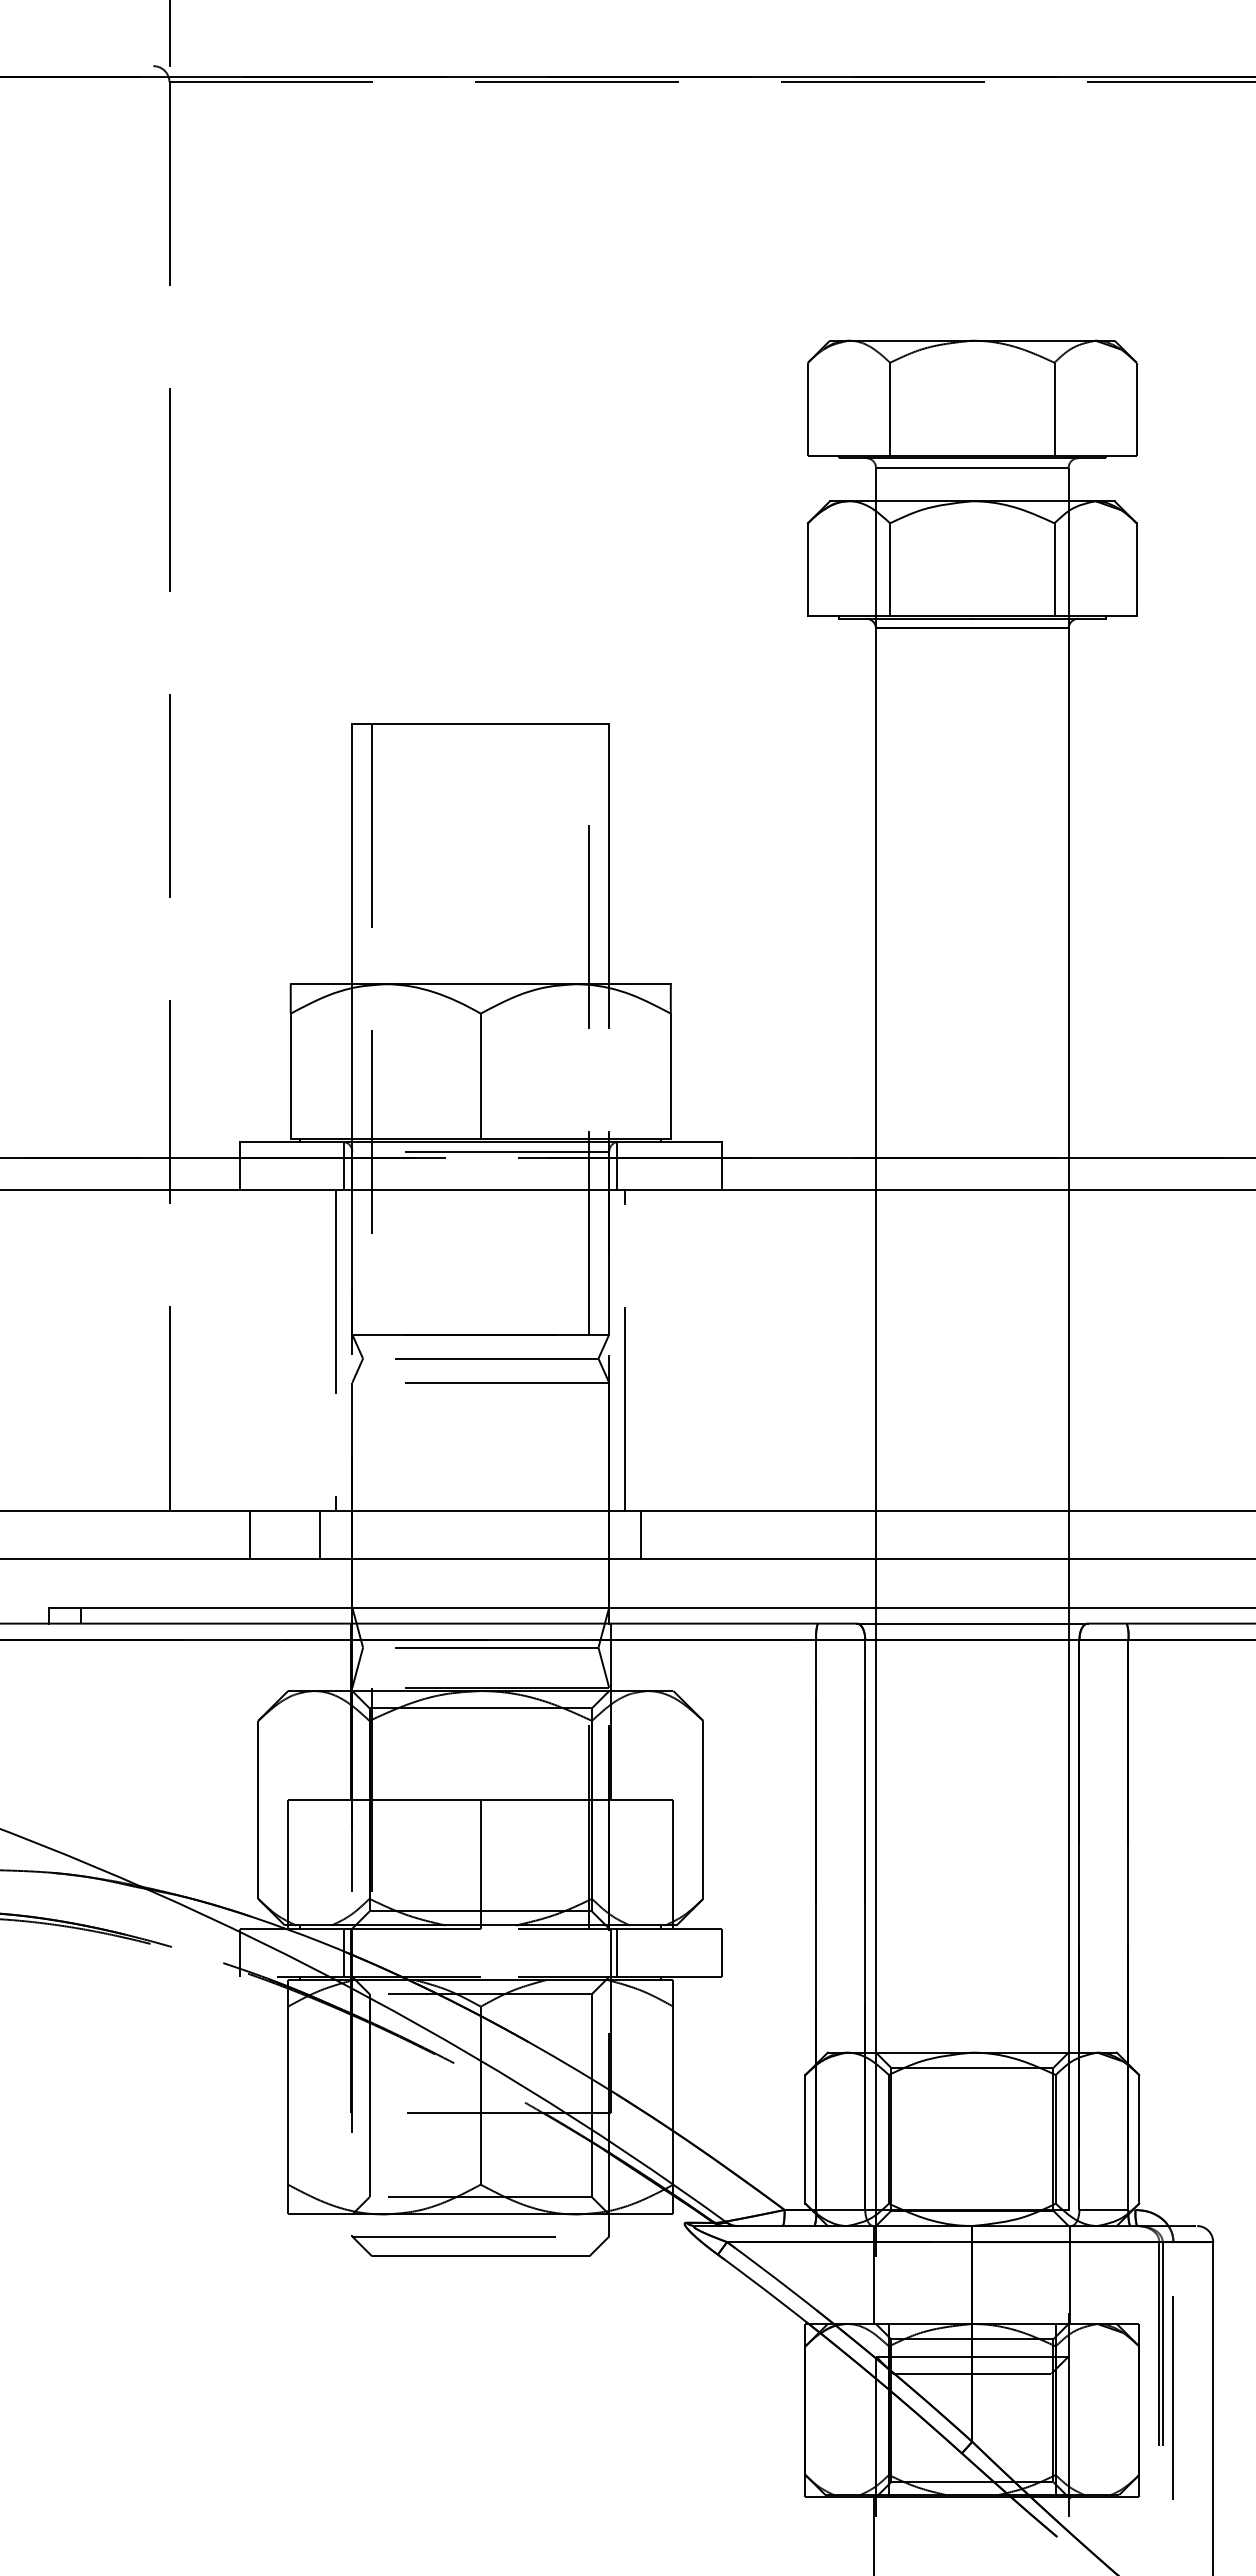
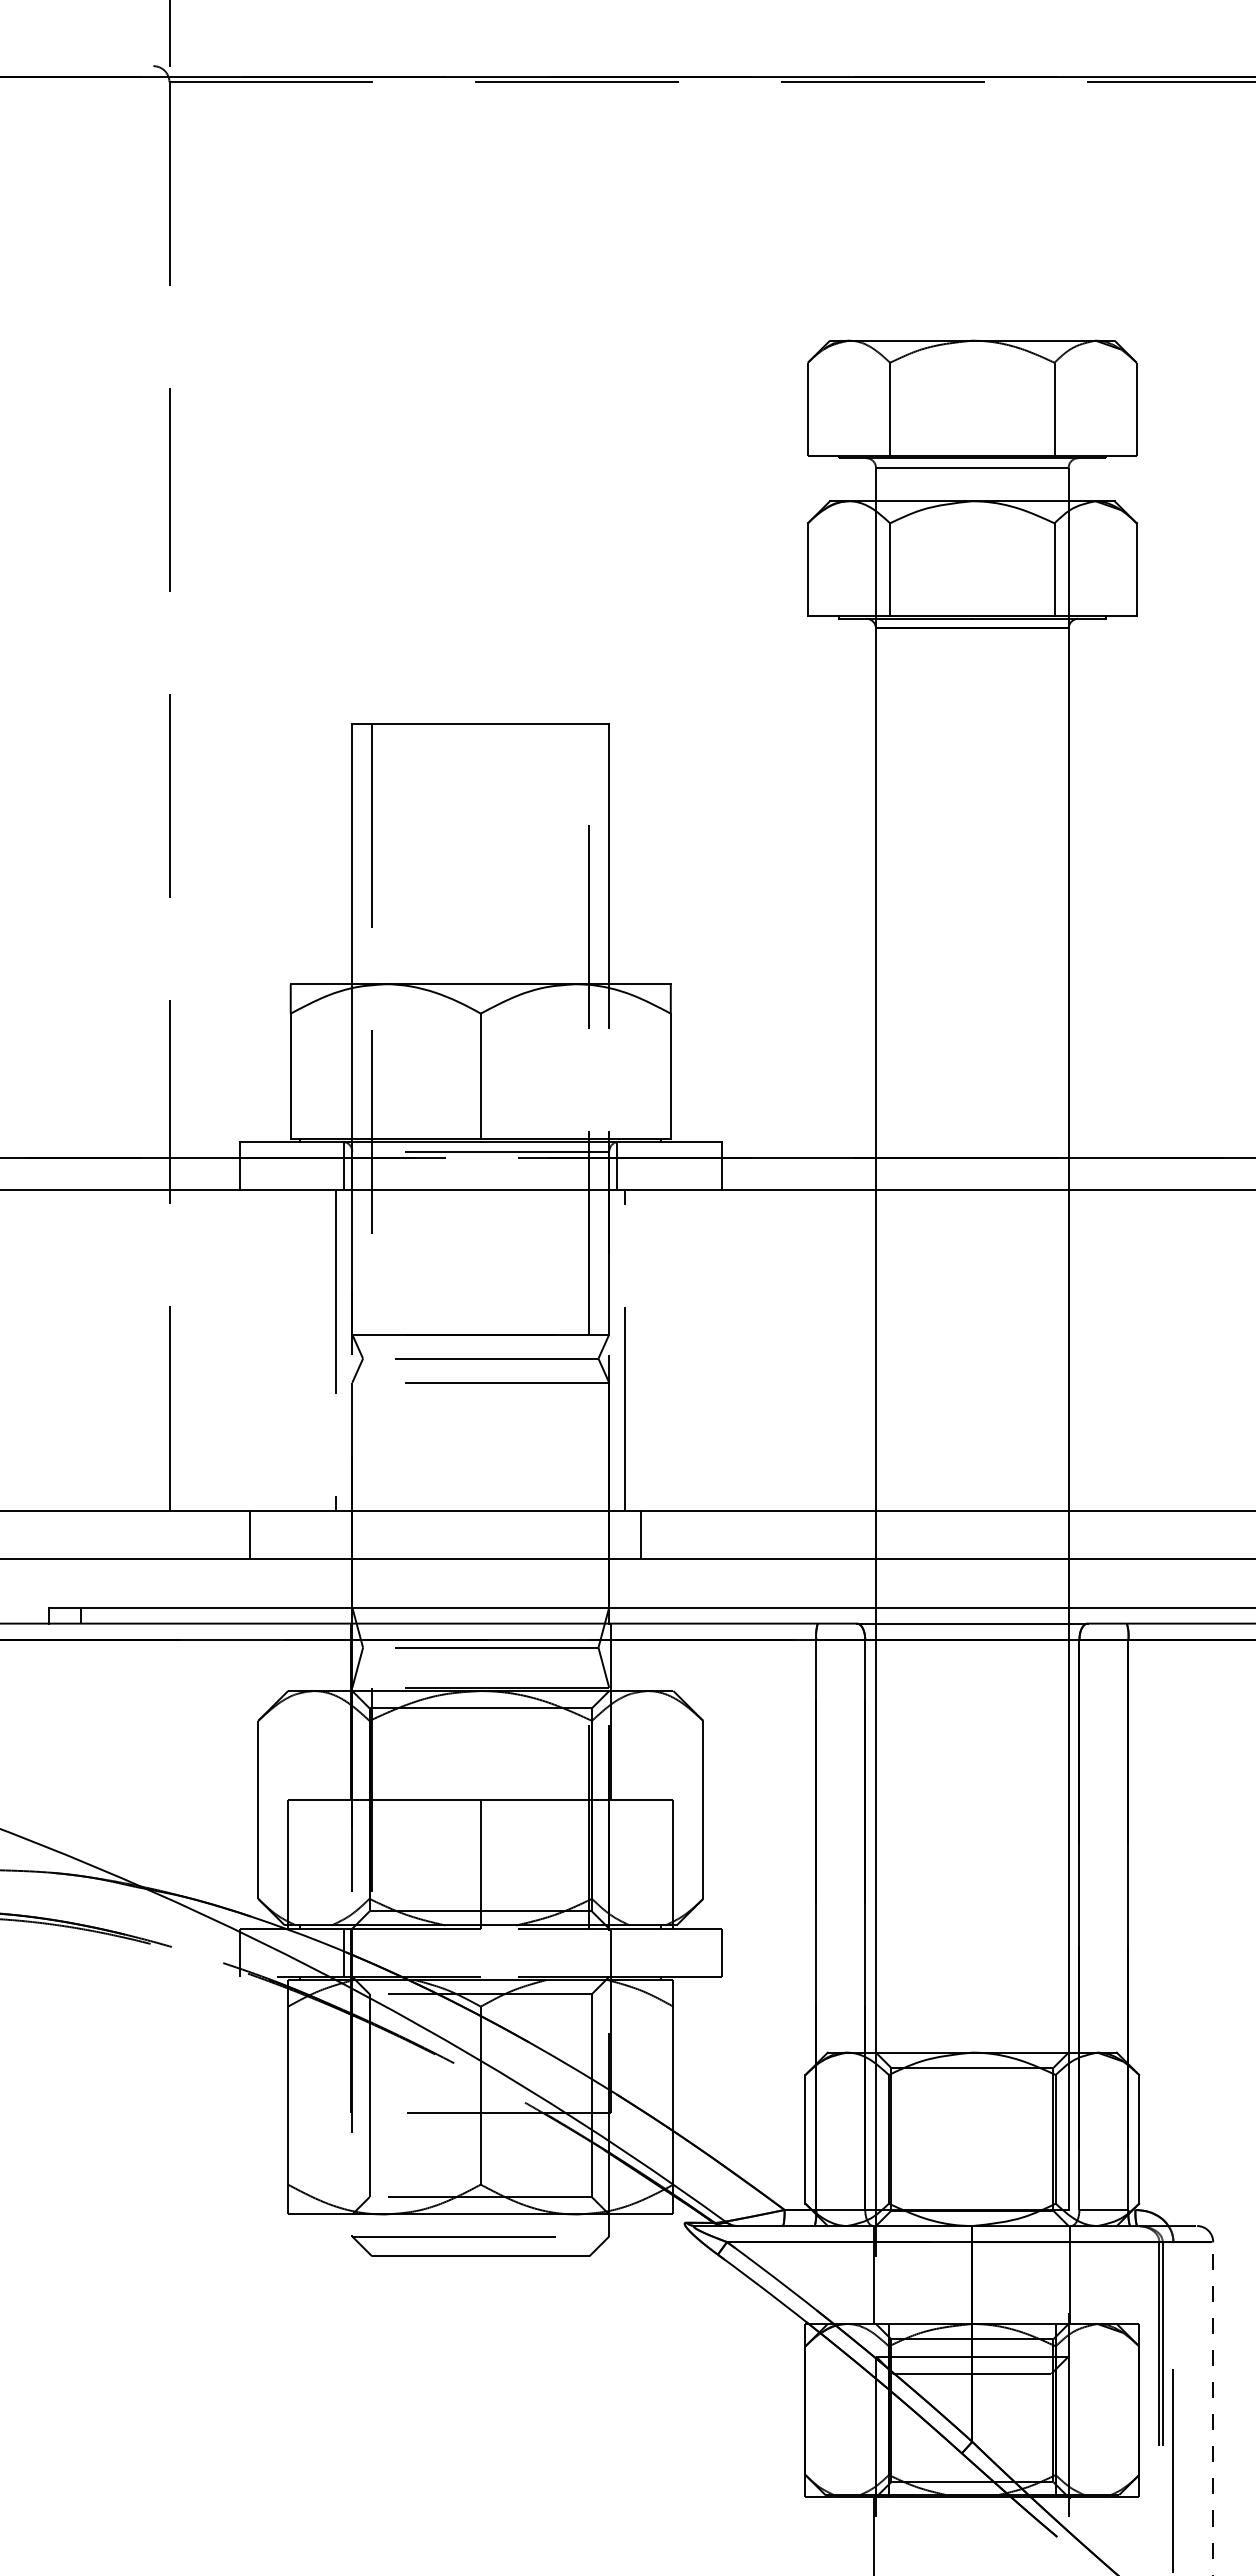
line at (320, 1535): present -> none
line at (617, 1952): present -> none
line at (1172, 2397) position: (1172, 2397) -> (1172, 2470)
line at (1213, 2408): solid -> dashed
